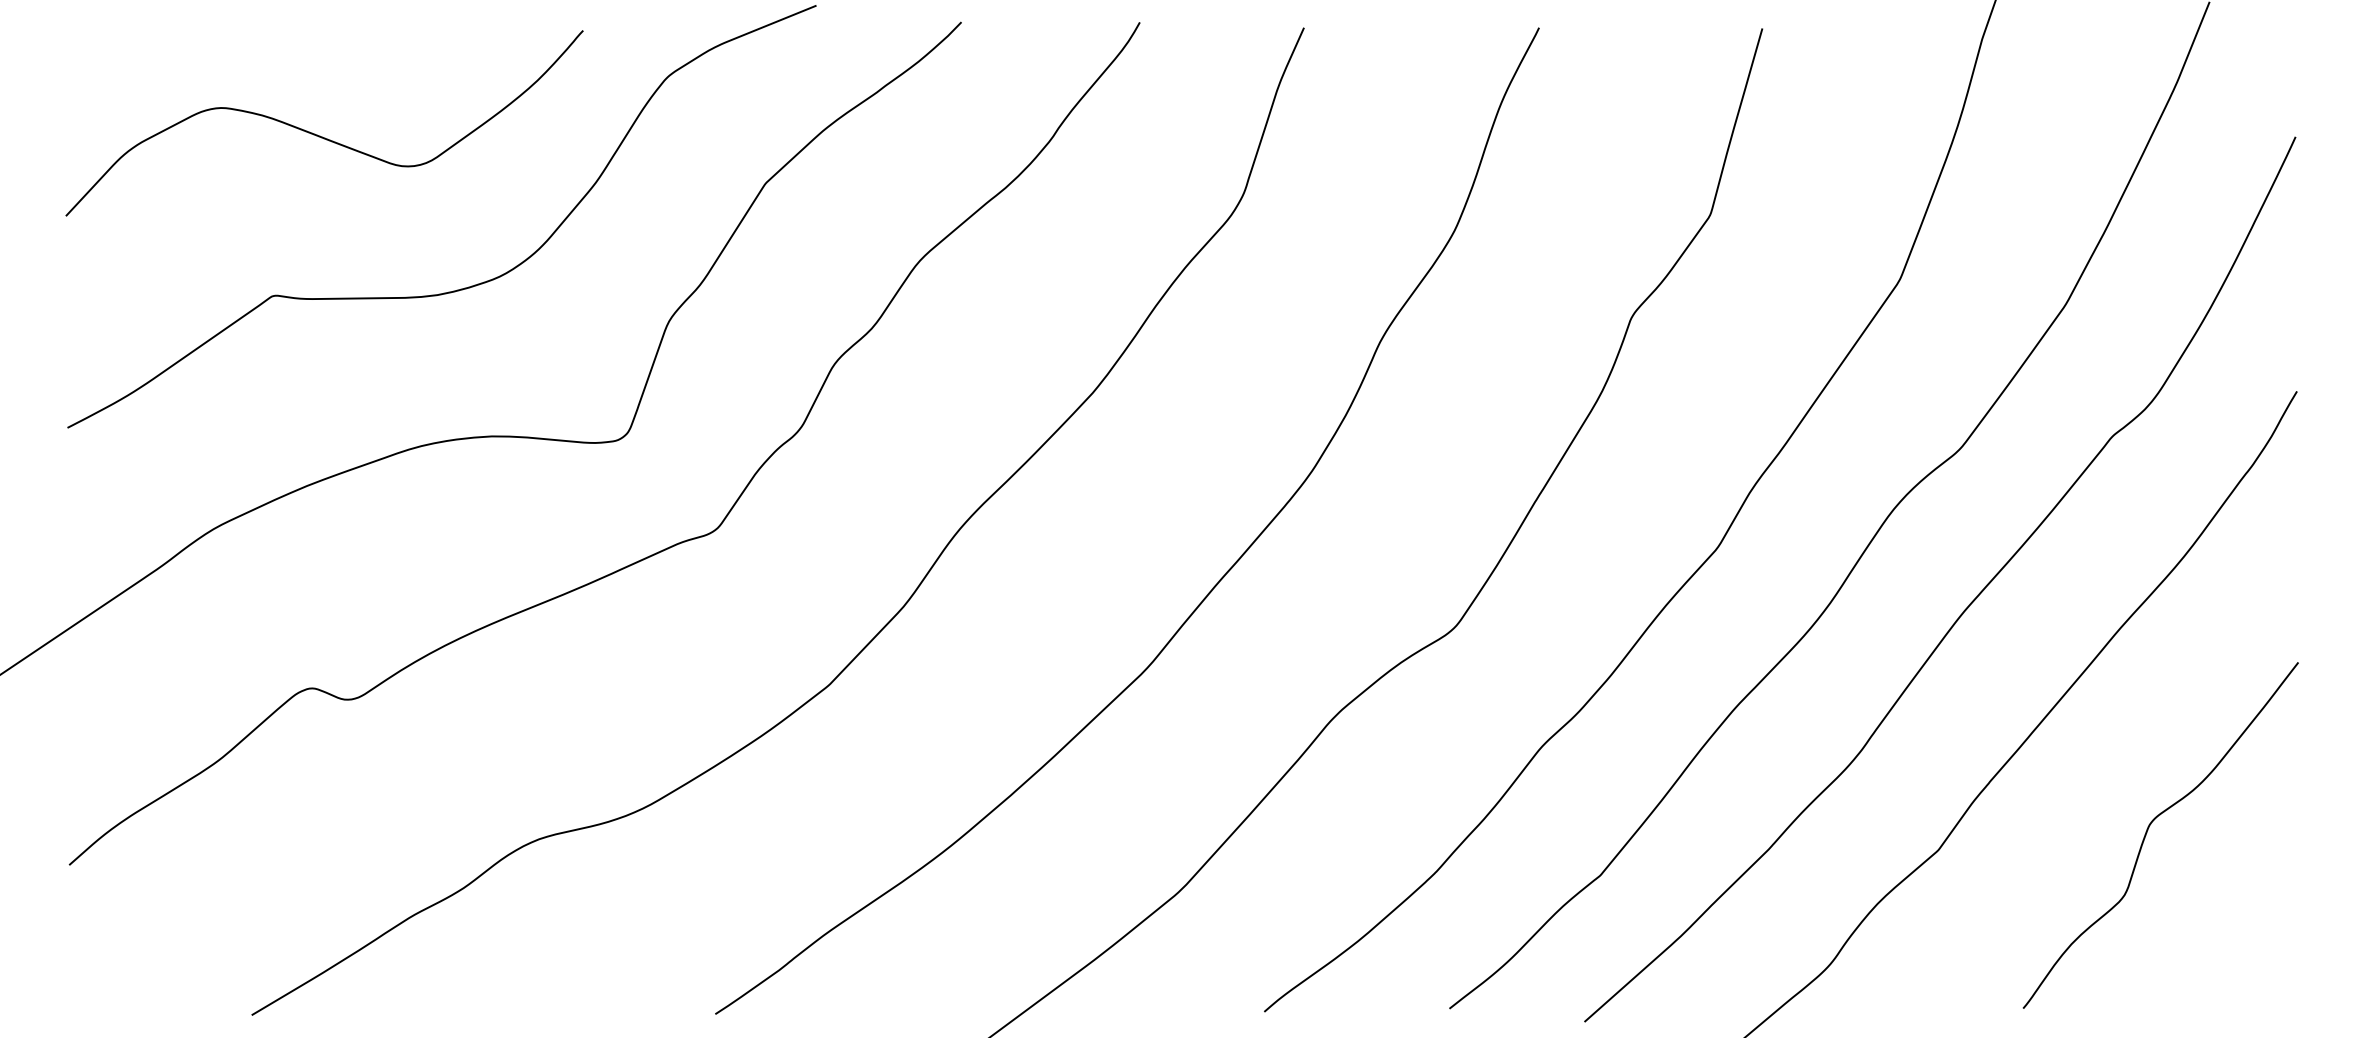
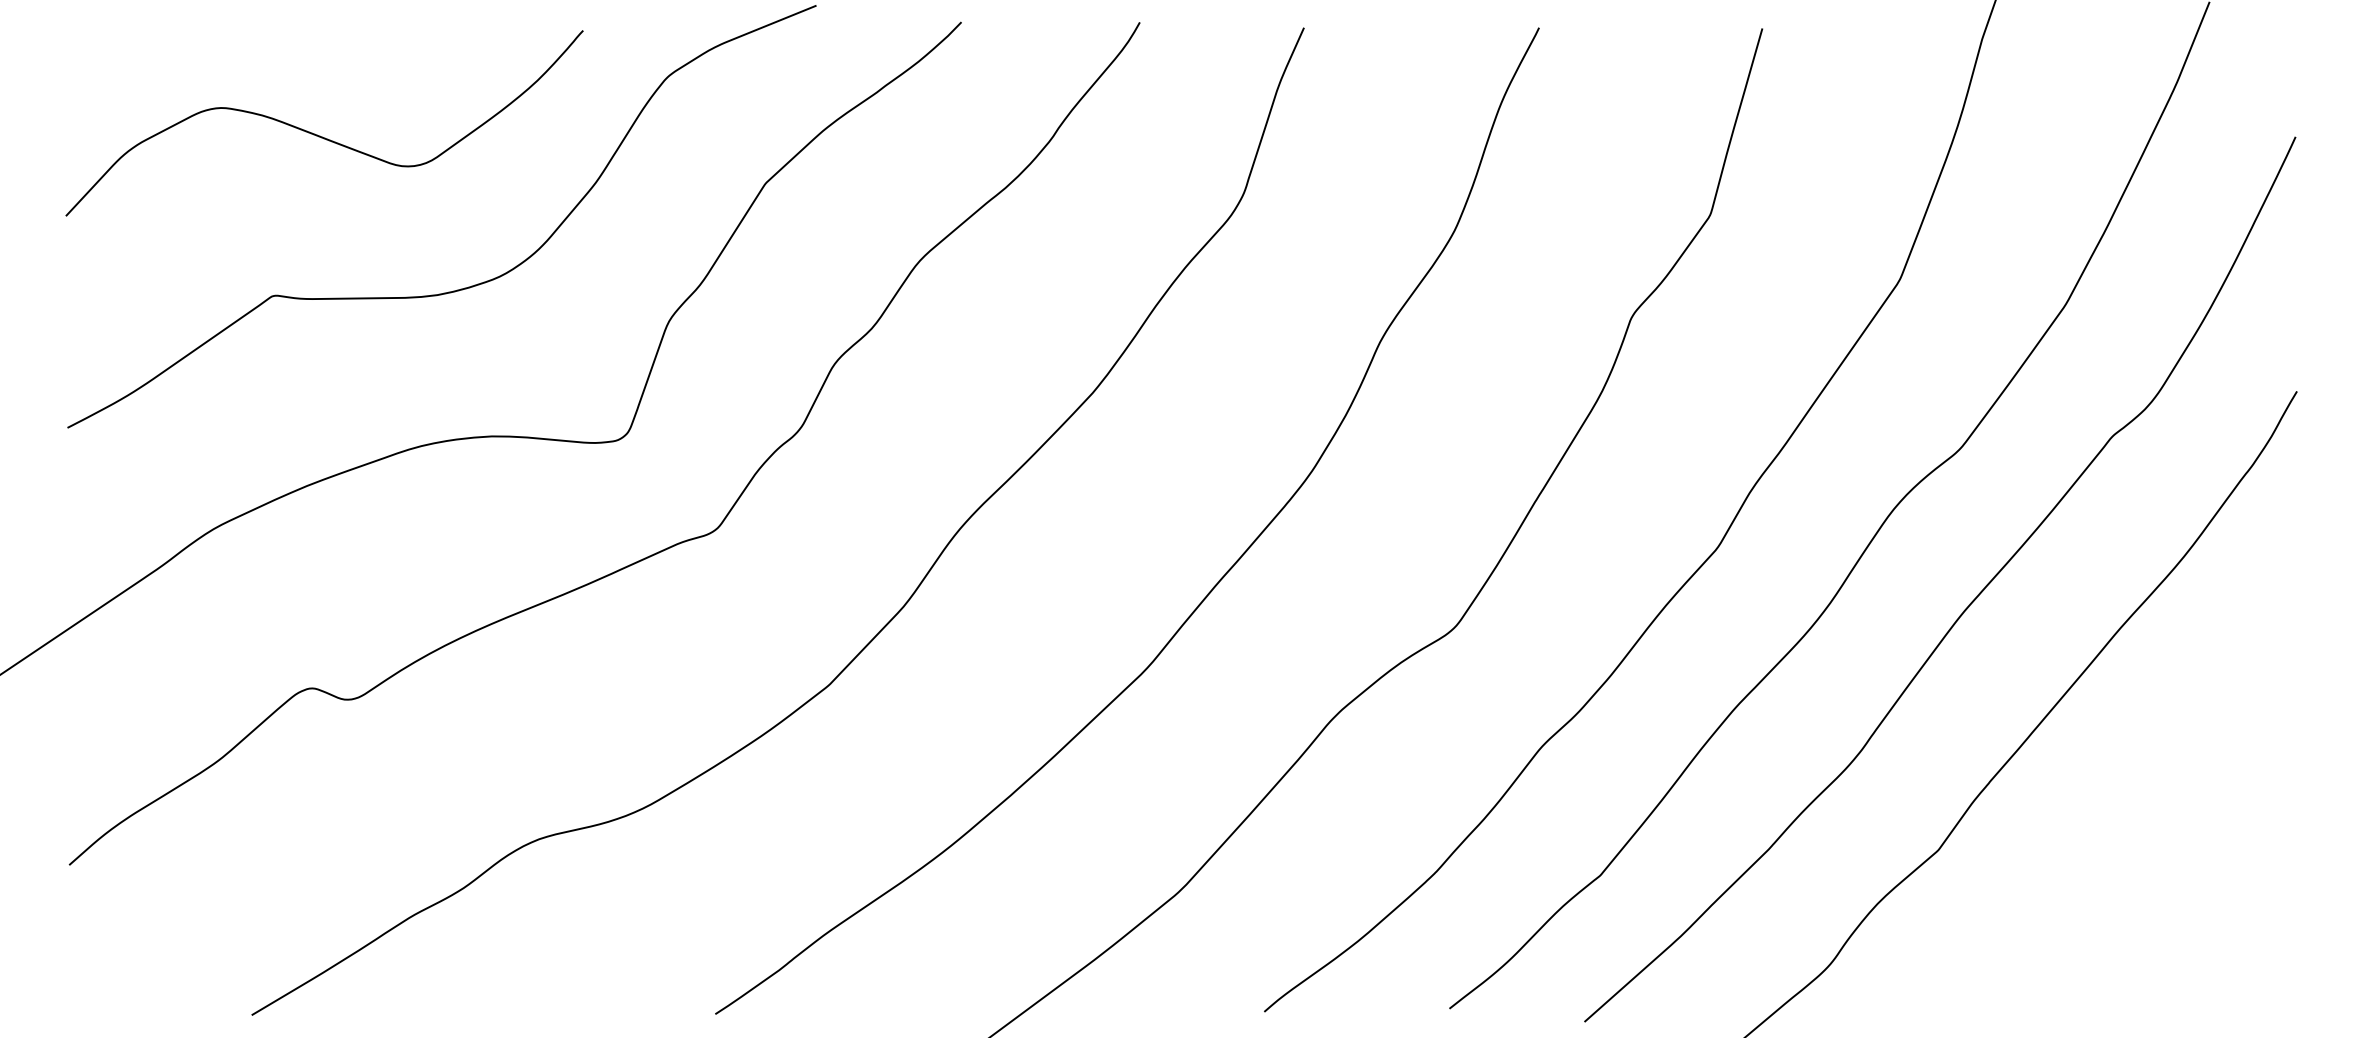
curve at (2148, 830): present -> none
